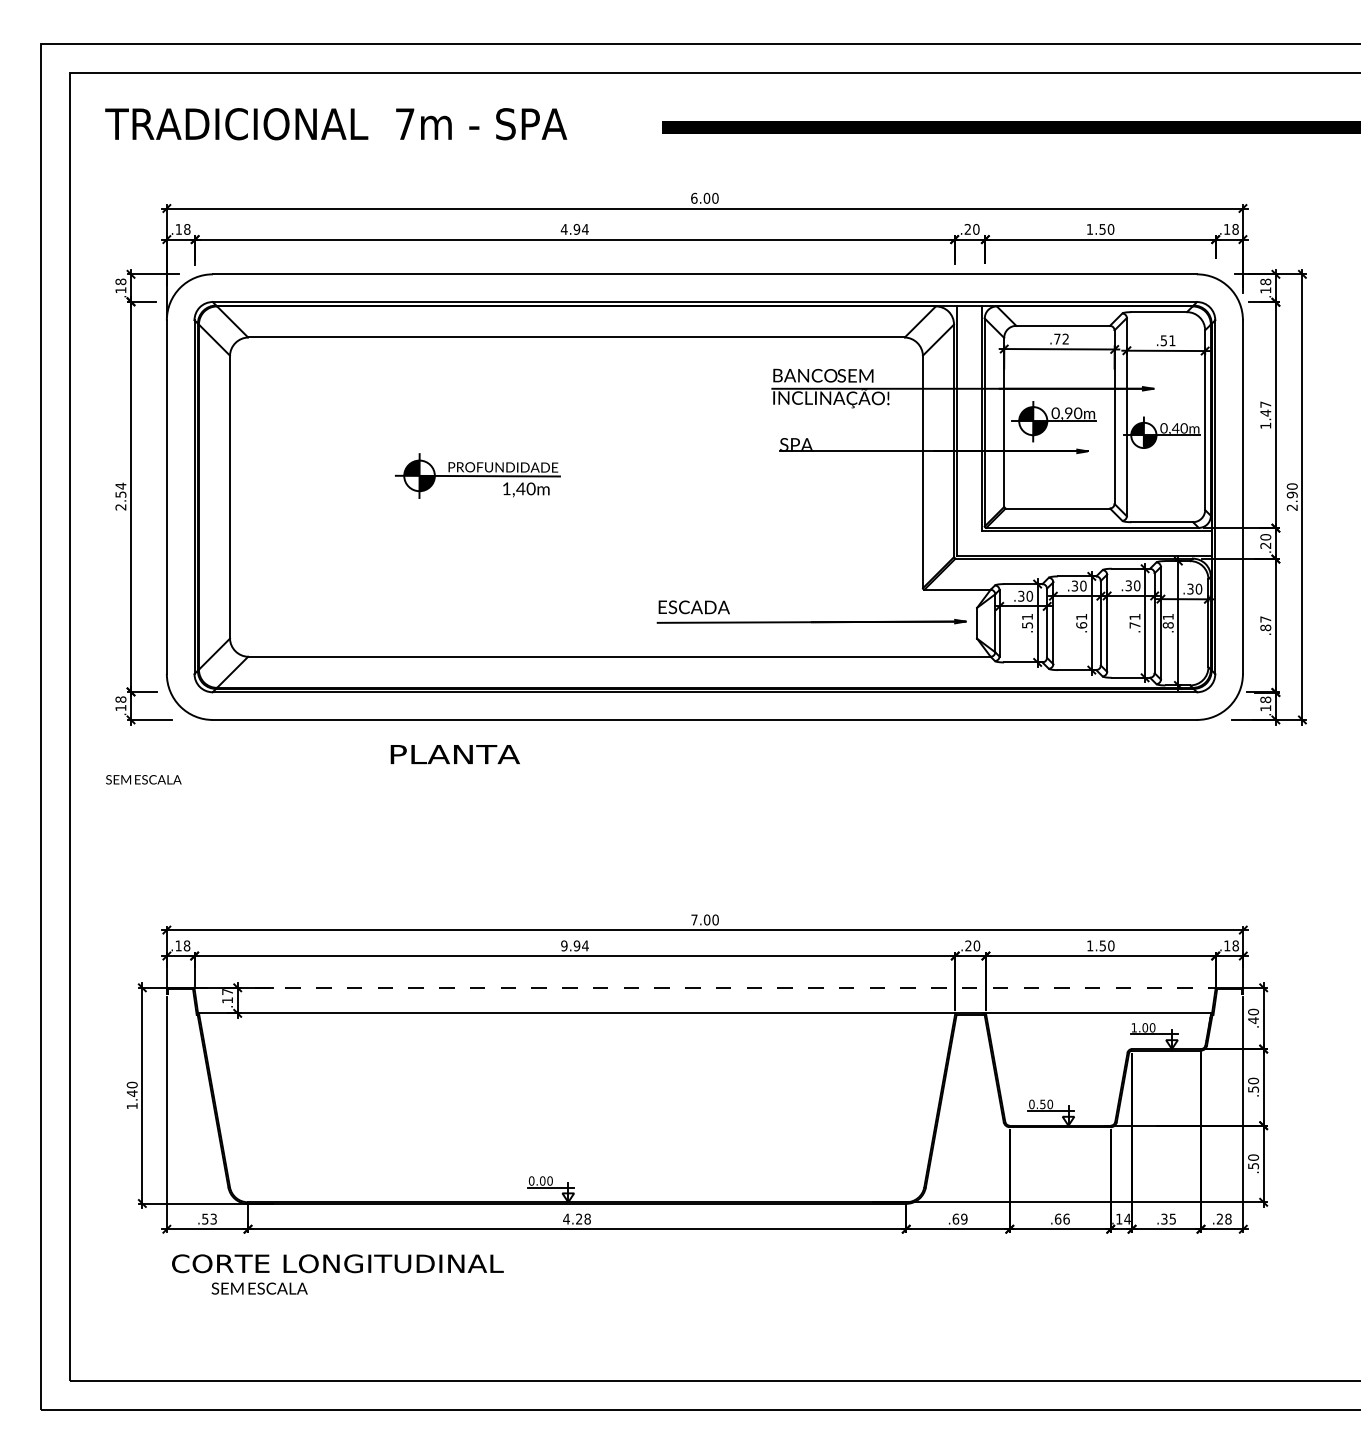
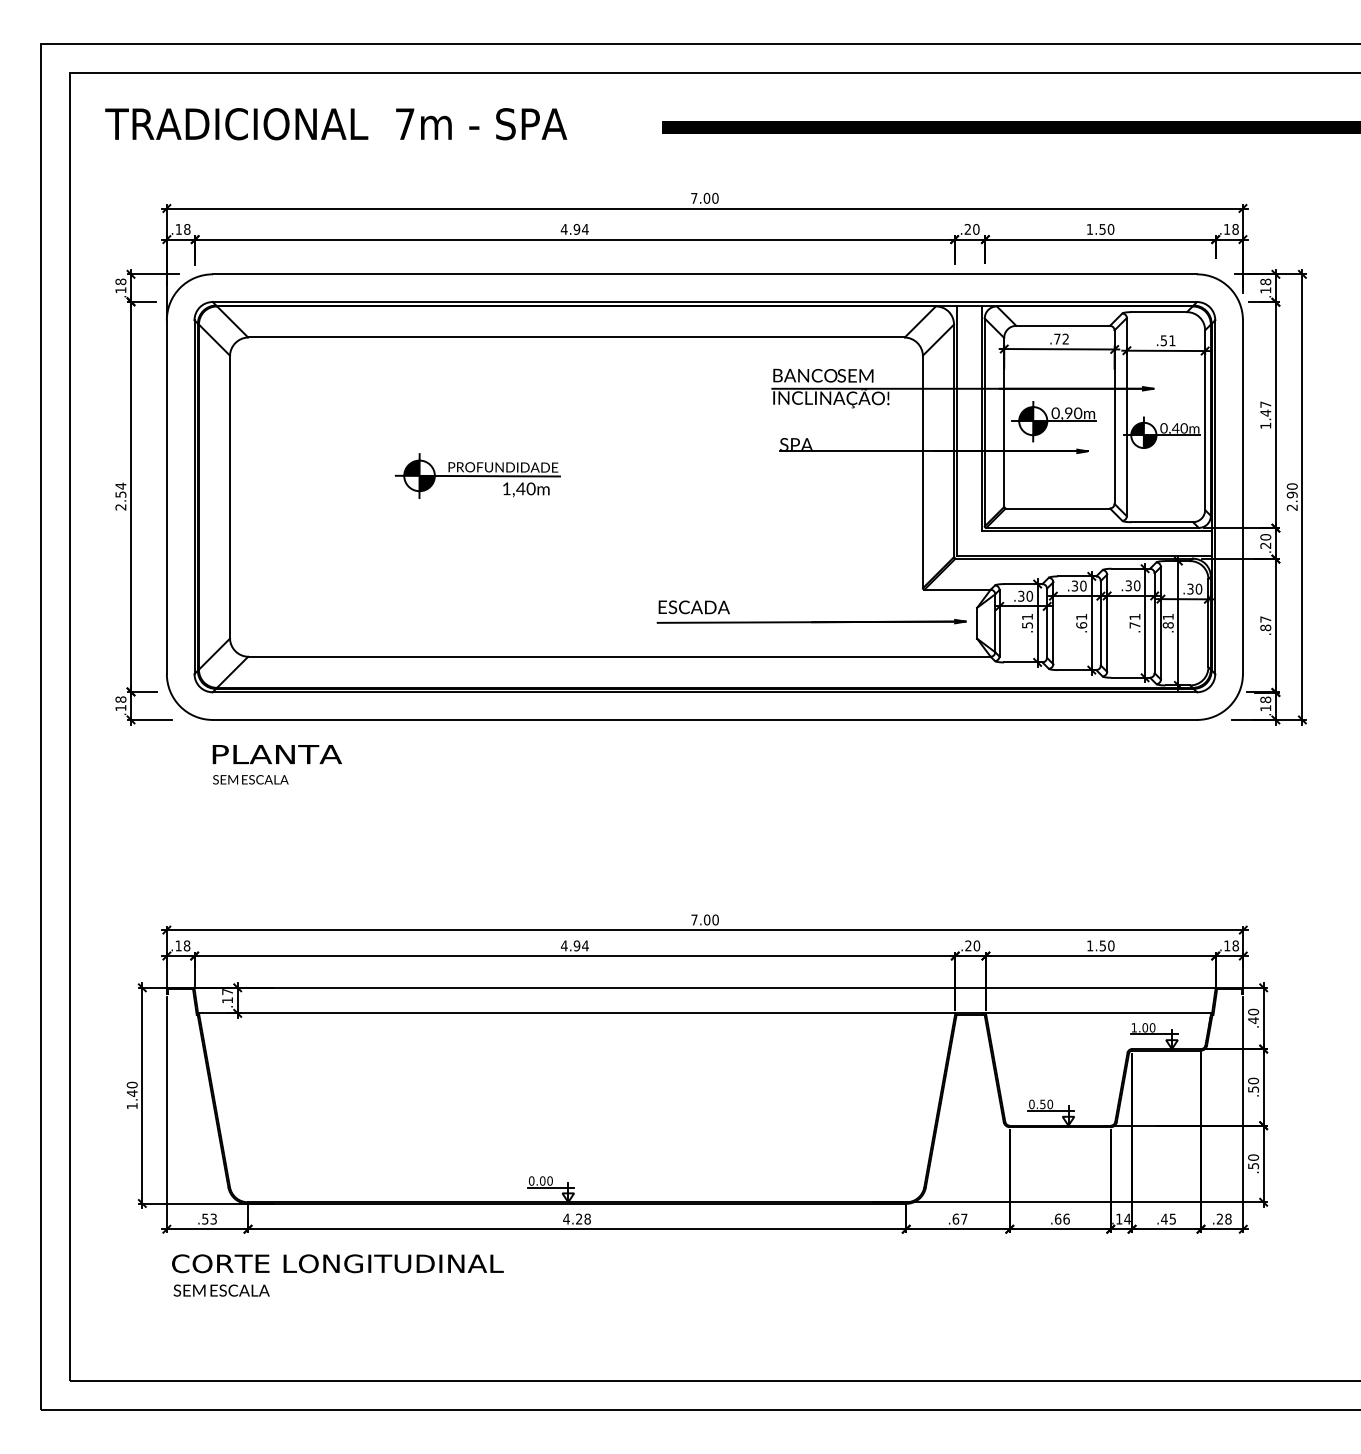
text at (694, 197): 6.00 -> 7.00
text at (454, 754) position: (454, 754) -> (276, 754)
text at (143, 779) position: (143, 779) -> (250, 779)
text at (563, 945): 9.94 -> 4.94
line at (705, 987): dashed -> solid
text at (964, 1218): .69 -> .67
text at (1163, 1218): .35 -> .45
text at (259, 1288) position: (259, 1288) -> (221, 1290)
